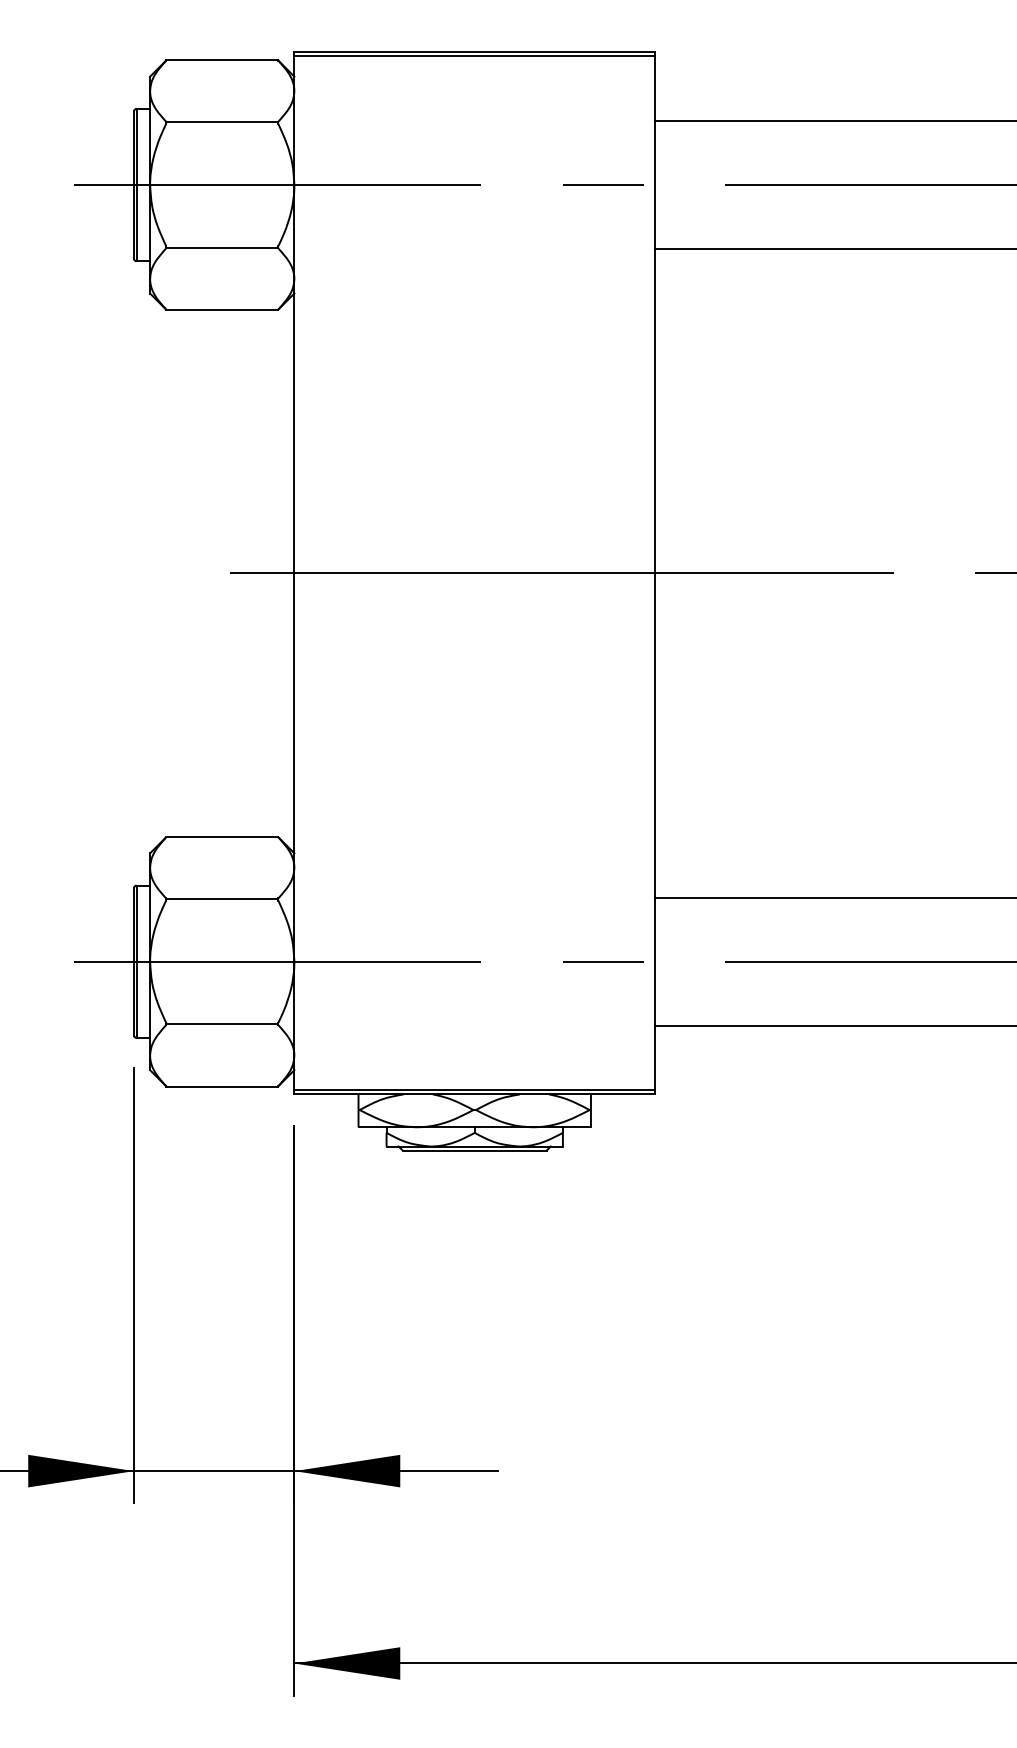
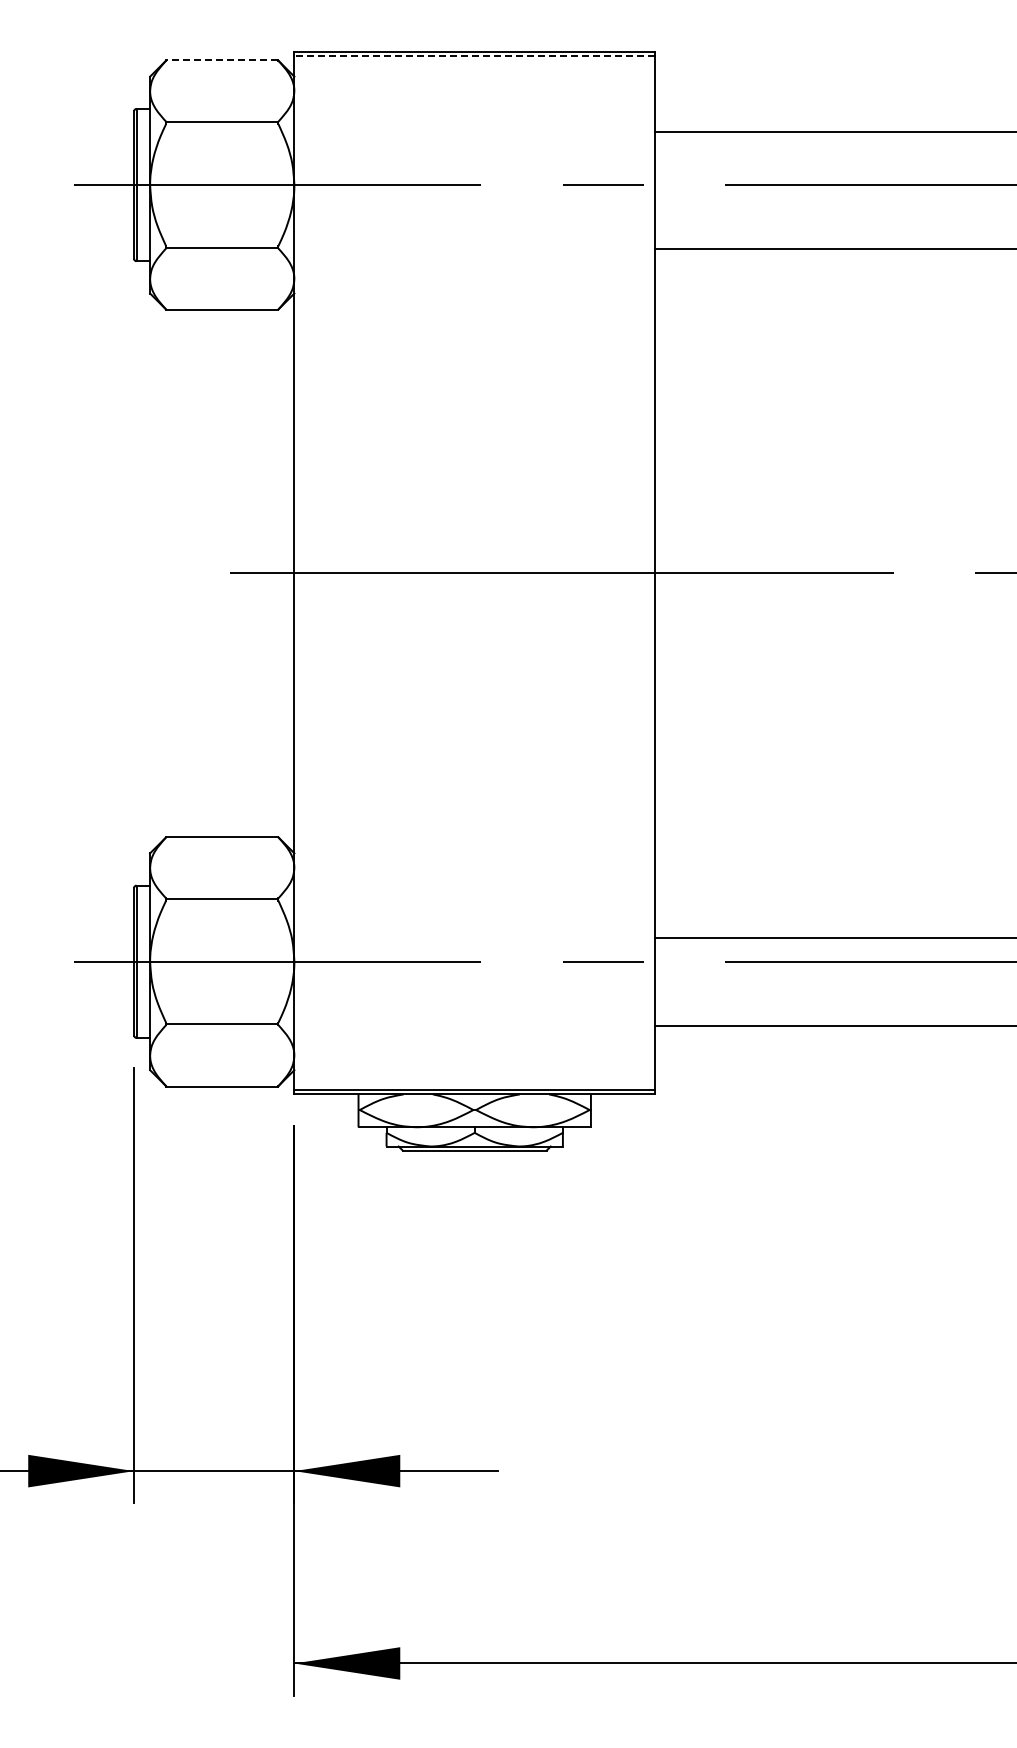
line at (474, 56): solid -> dashed
line at (221, 59): solid -> dashed
line at (834, 120) position: (834, 120) -> (834, 131)
line at (834, 897) position: (834, 897) -> (834, 937)
